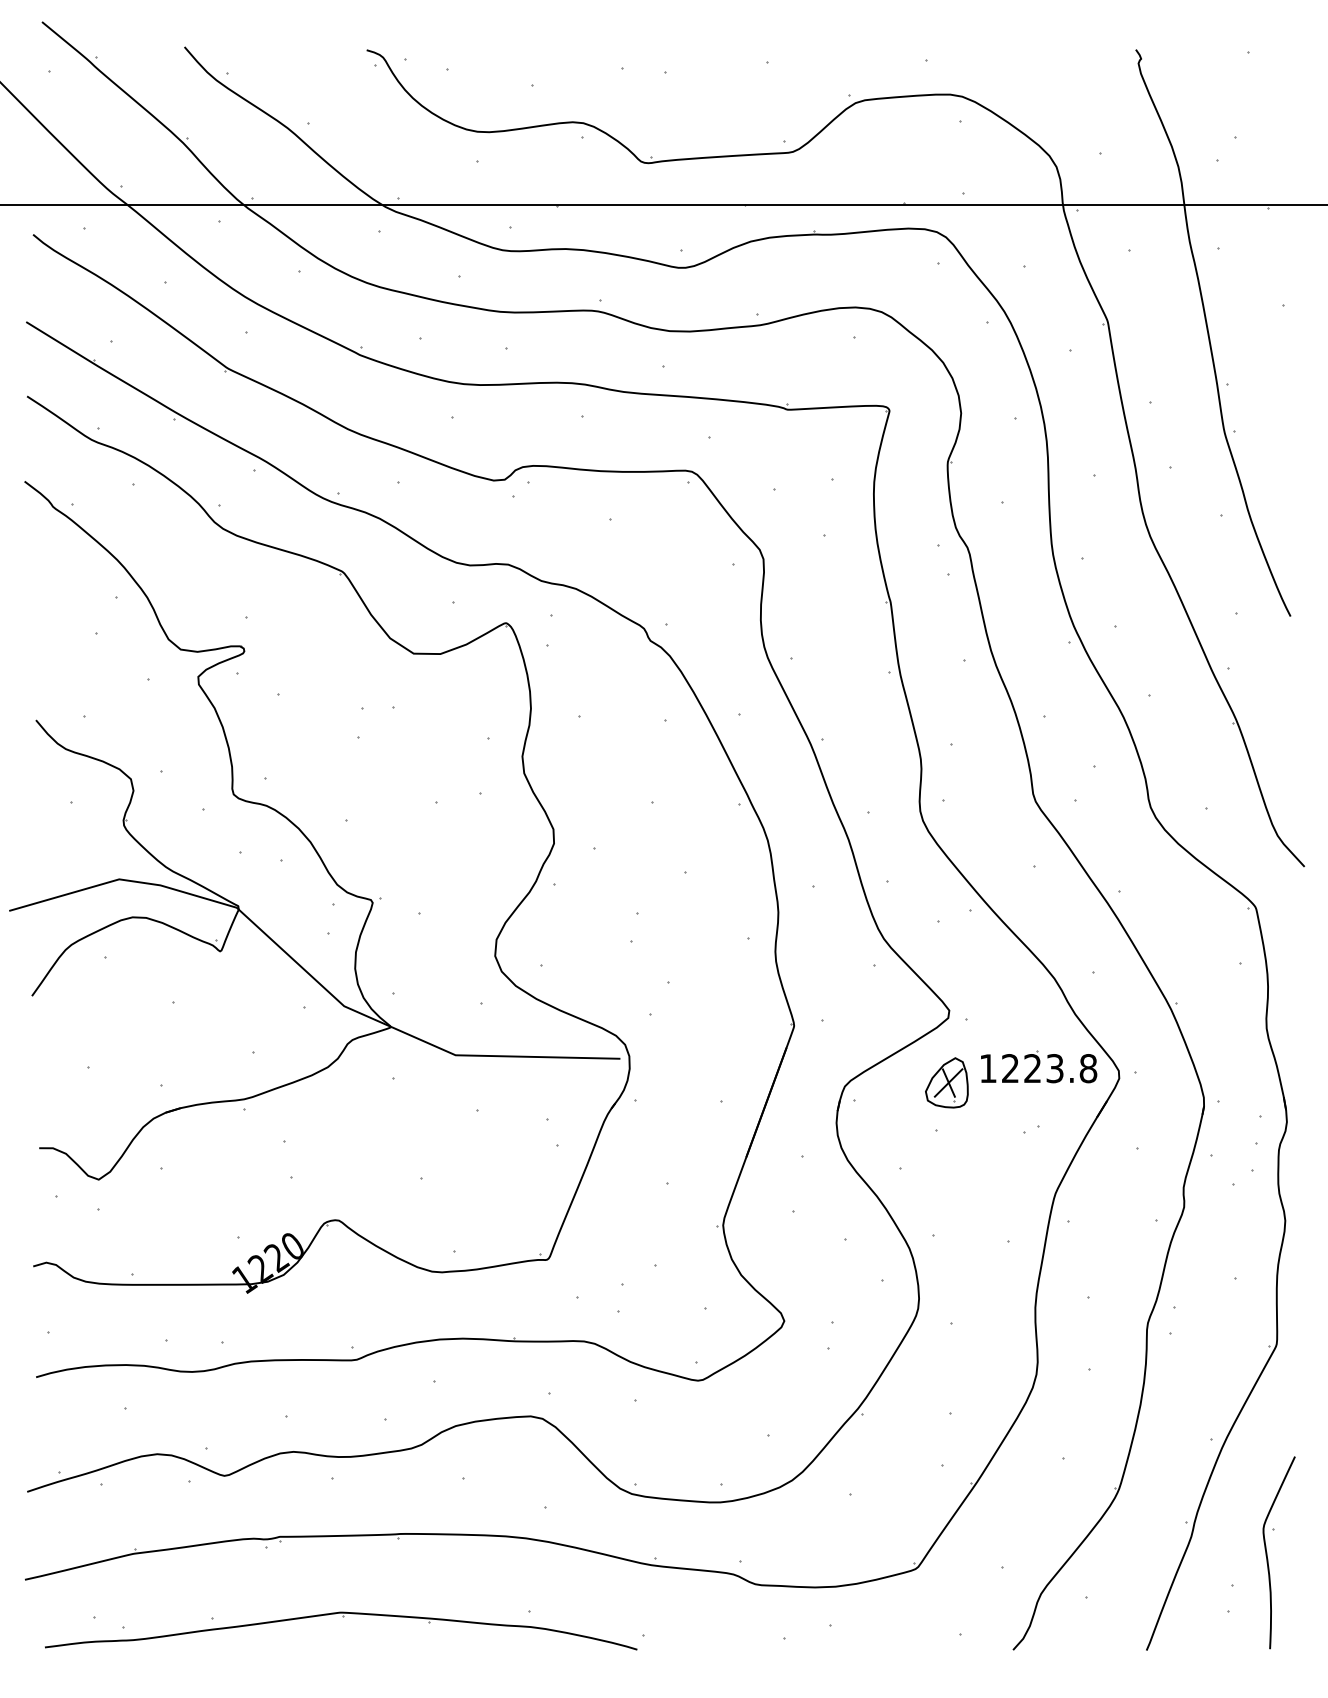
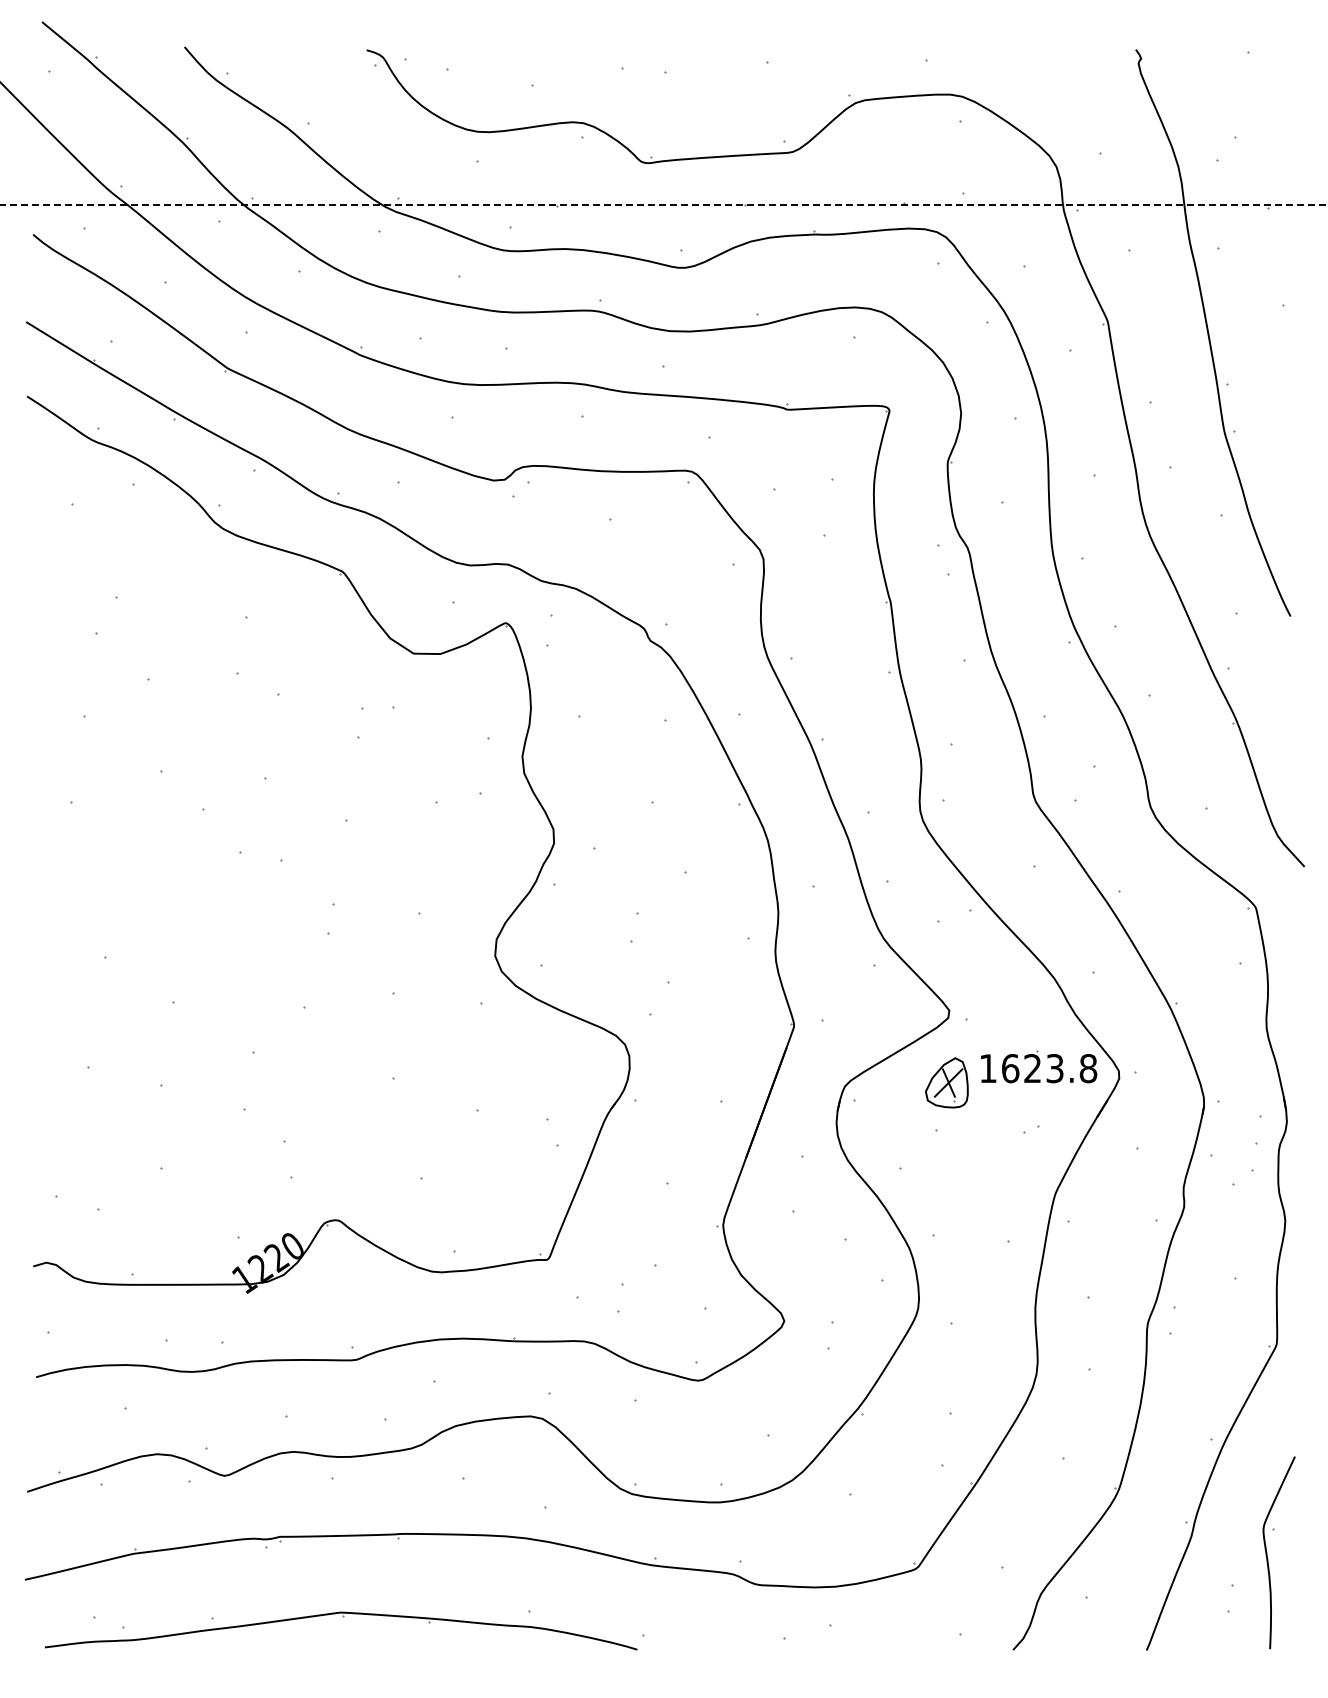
line at (663, 205): solid -> dashed
part at (305, 834): present -> none
text at (1010, 1068): 1223.8 -> 1623.8
